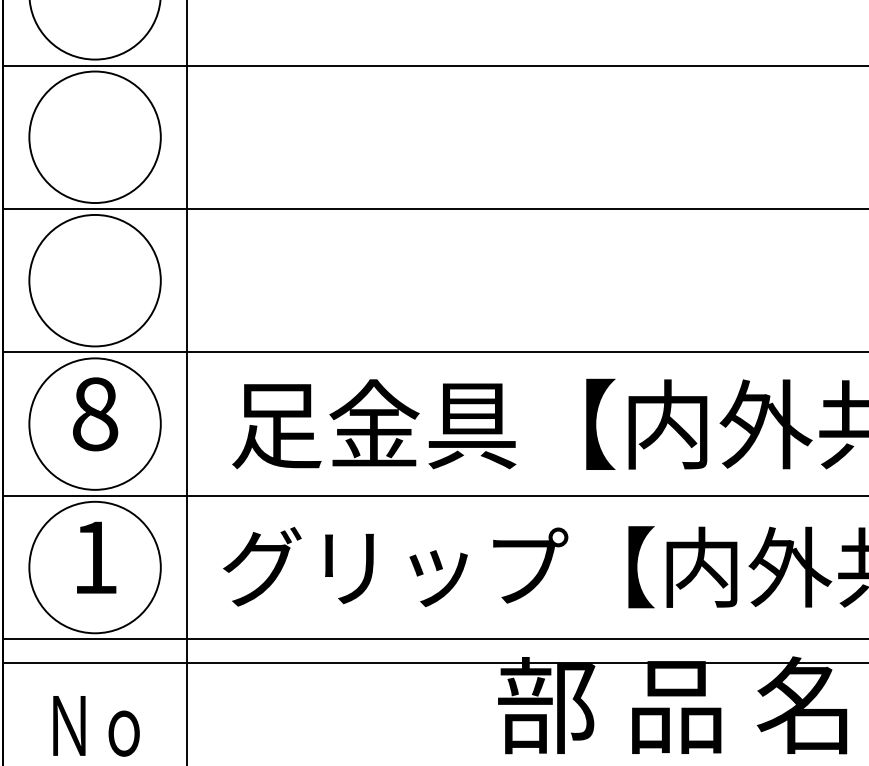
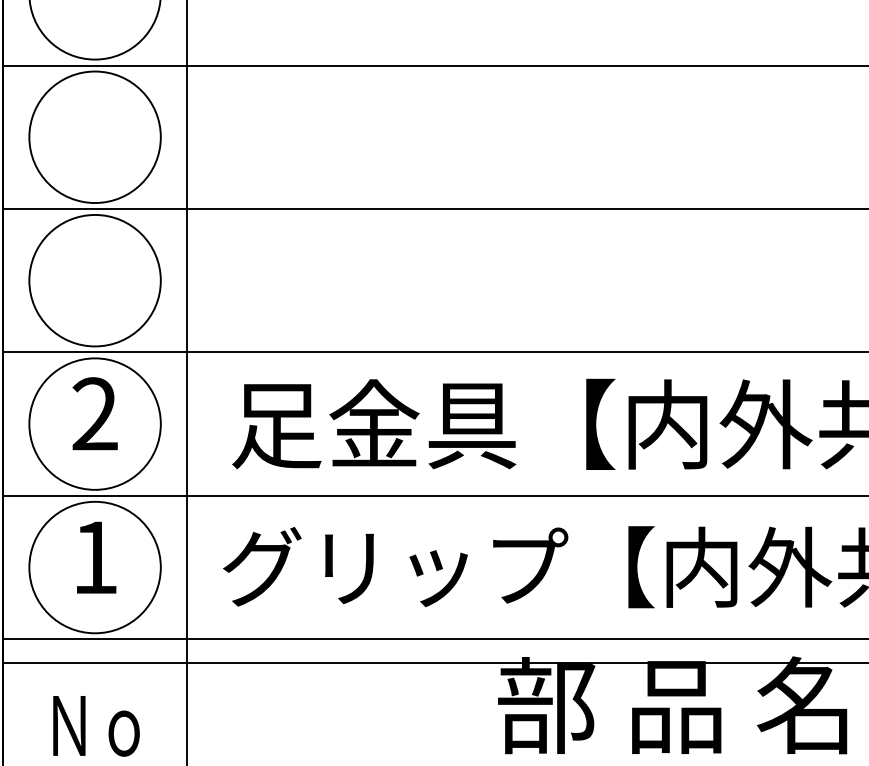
text at (95, 414): 8 -> 2
